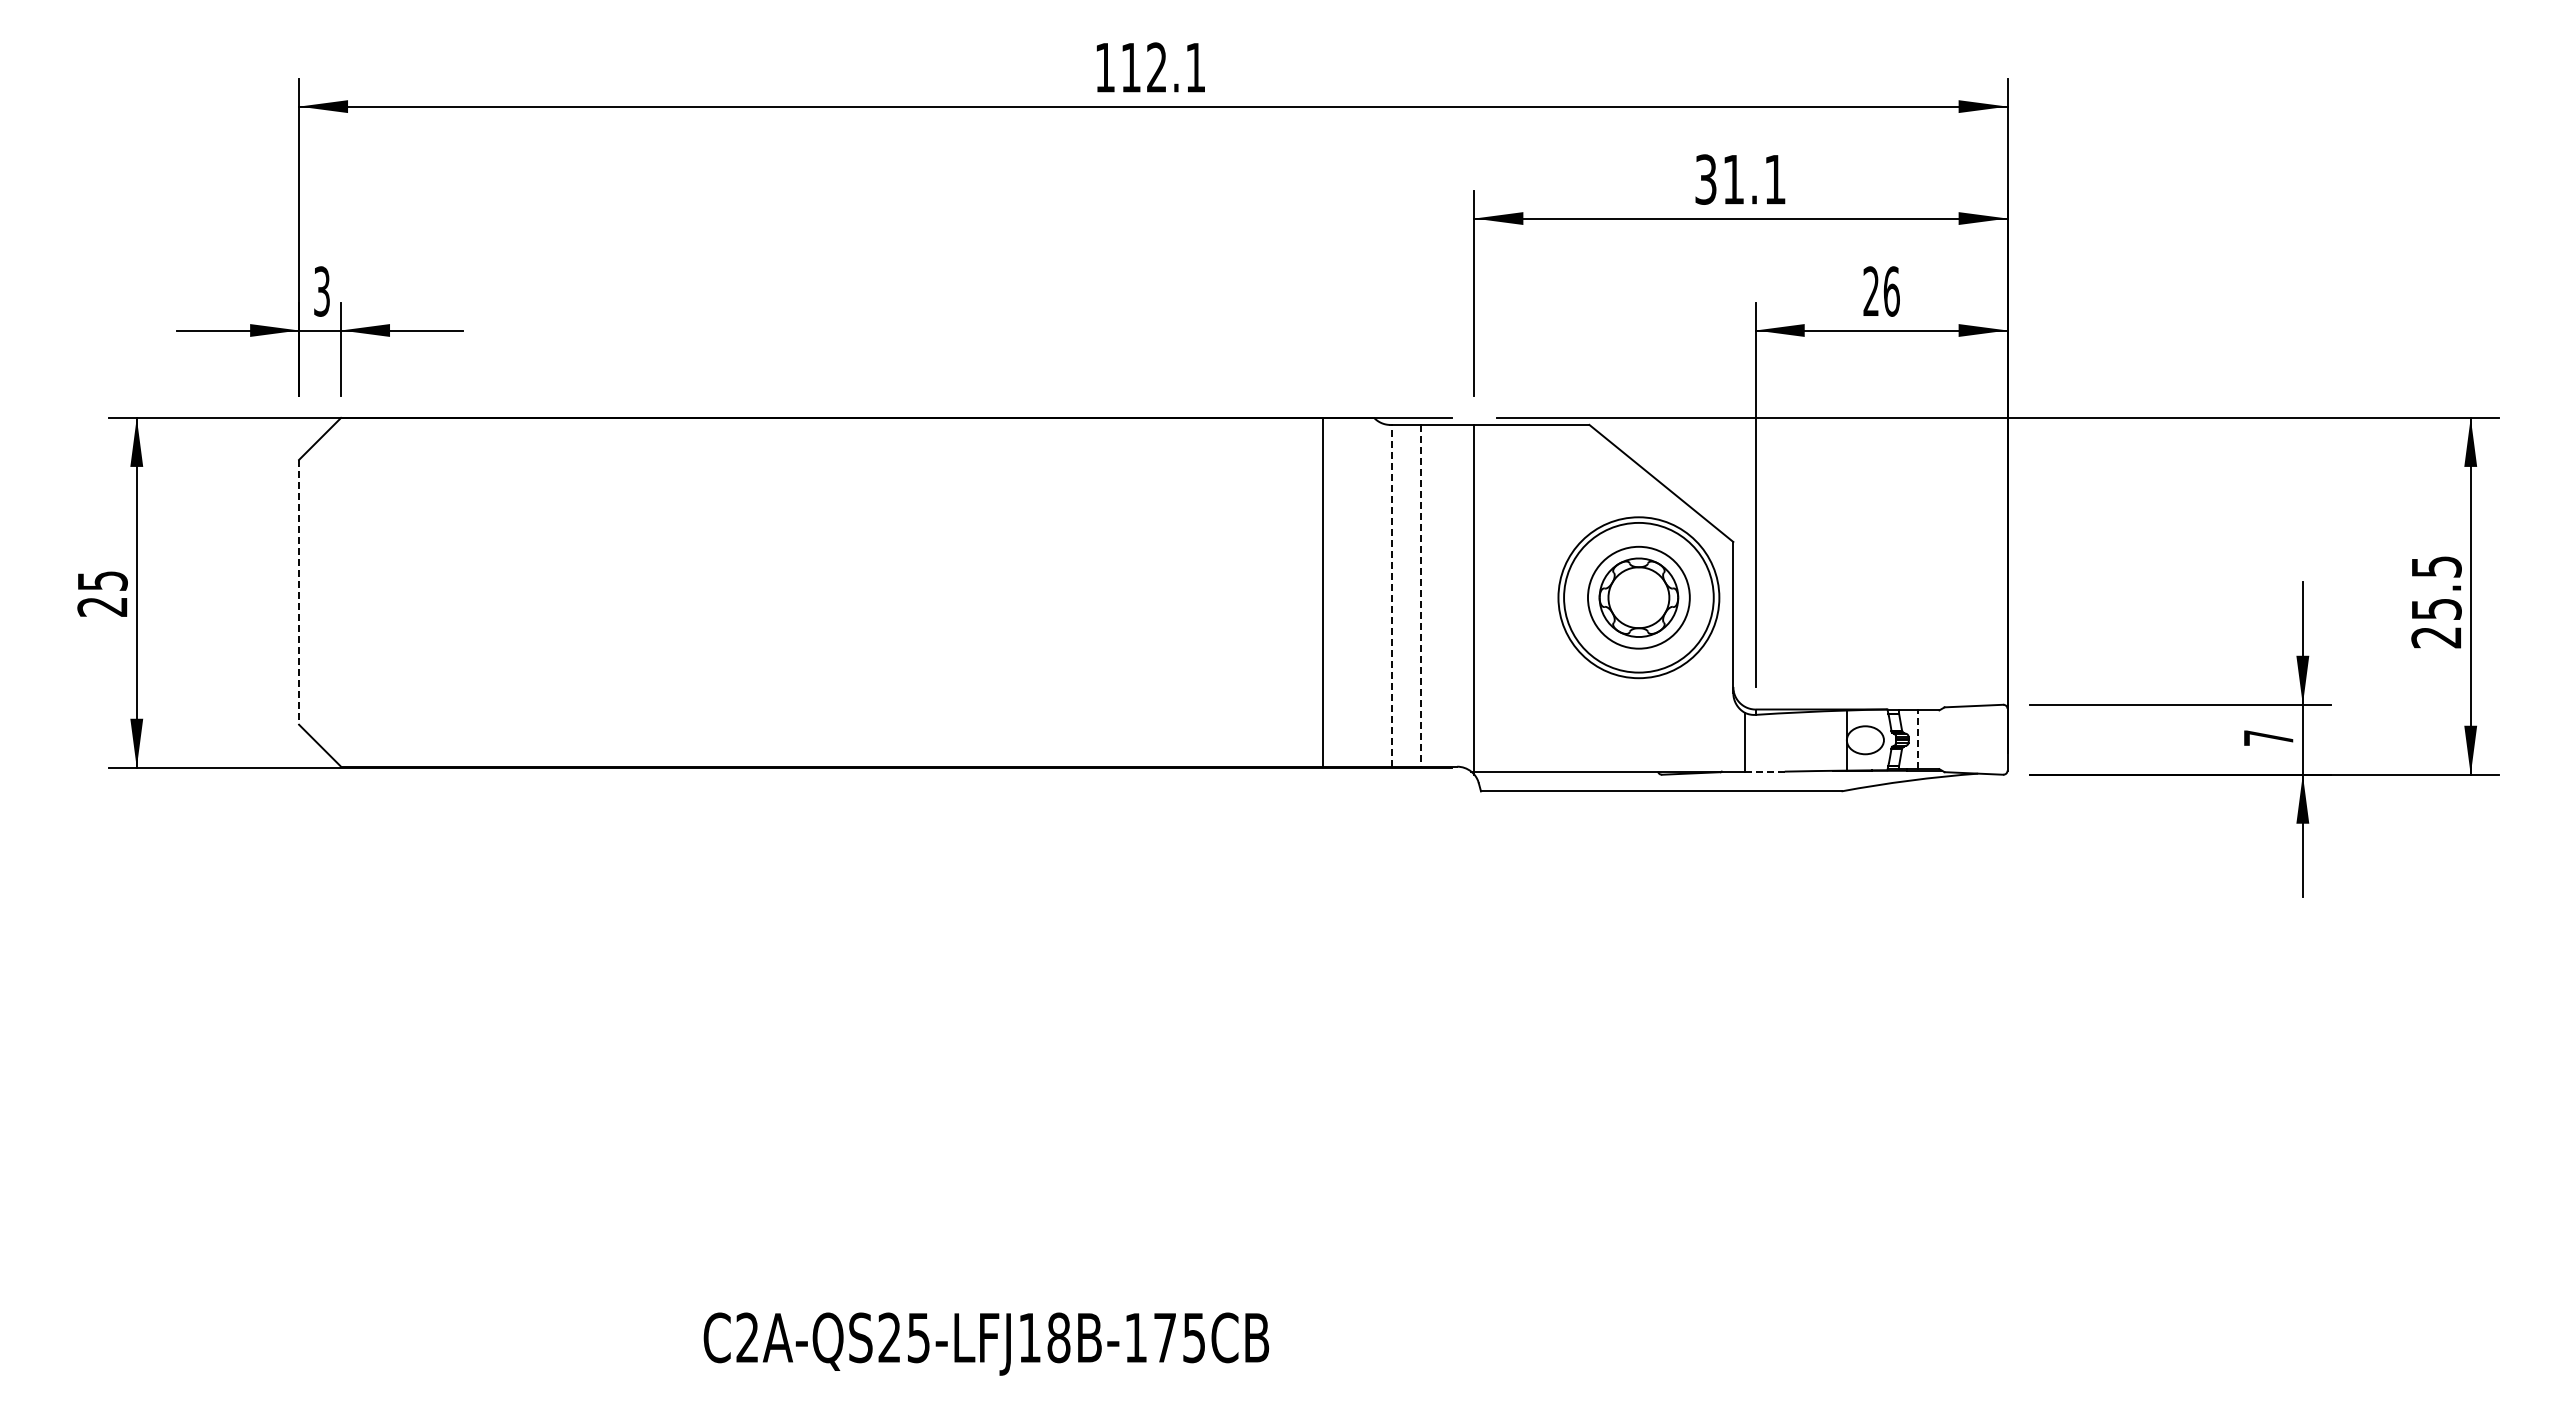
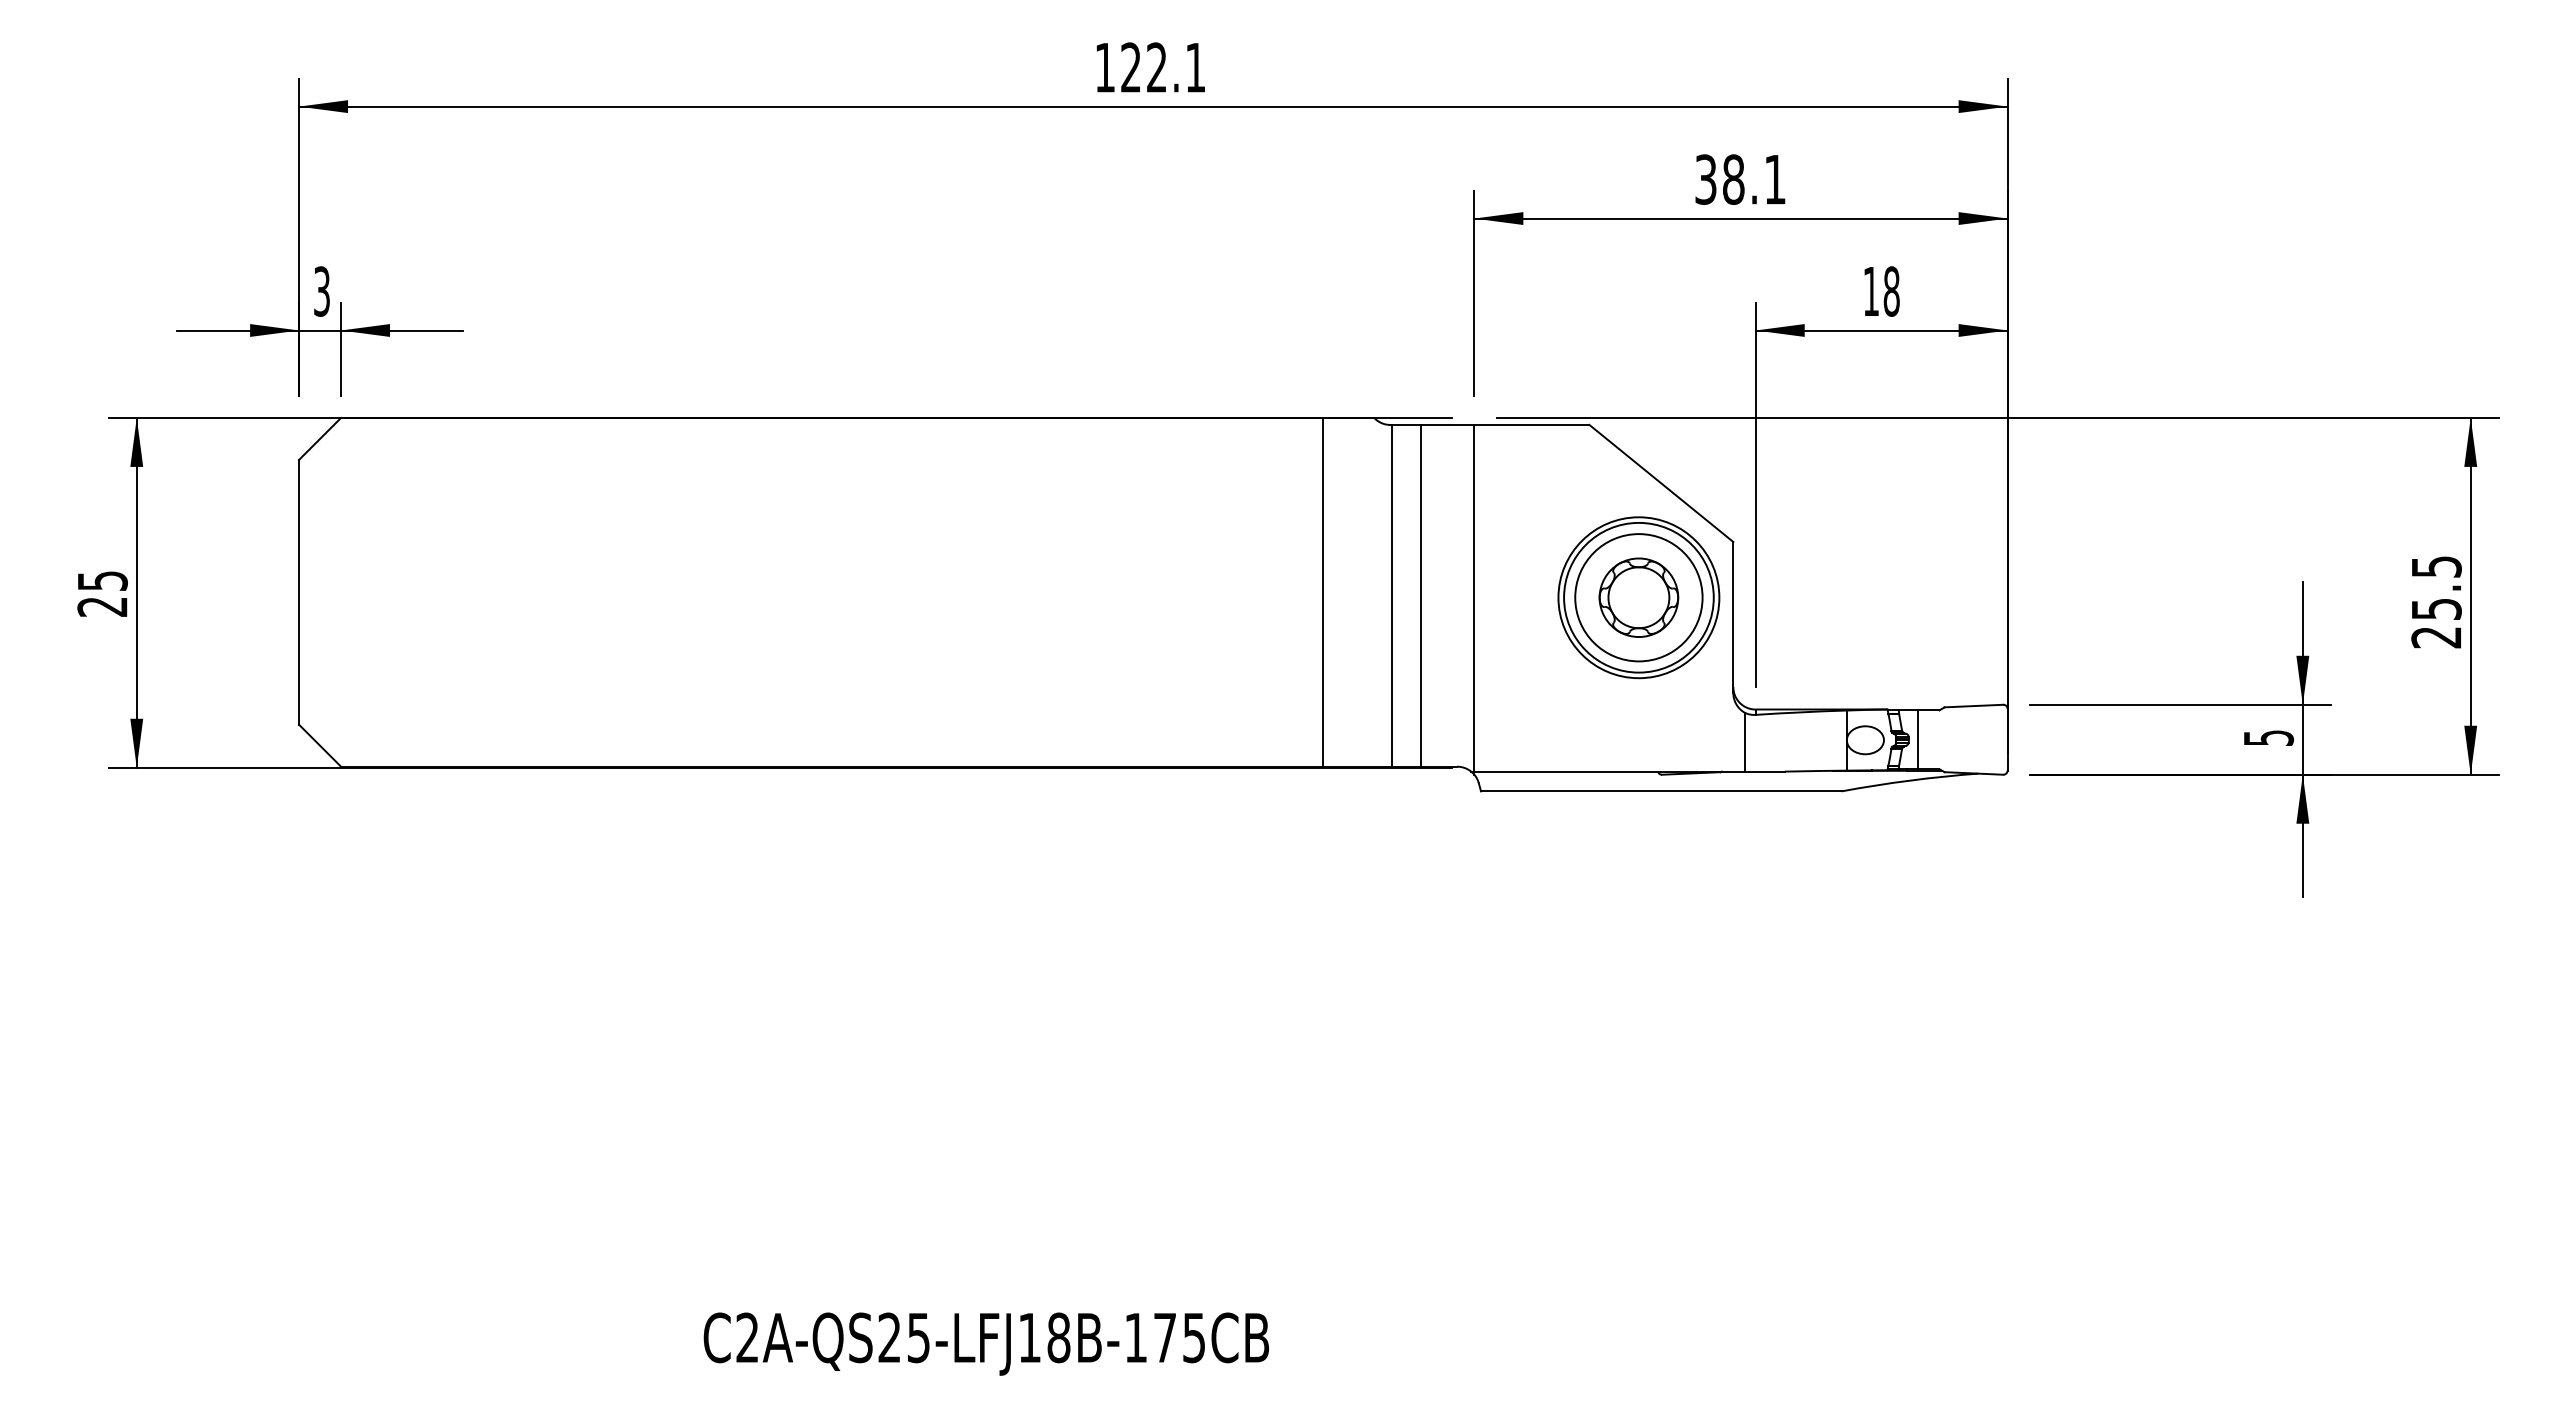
text at (1130, 67): 112.1 -> 122.1
text at (1733, 179): 31.1 -> 38.1
text at (1881, 291): 26 -> 18
line at (299, 592): dashed -> solid
line at (1391, 595): dashed -> solid
line at (1420, 595): dashed -> solid
circle at (1638, 597) diameter: 102 px -> 127 px
text at (2269, 737): 7 -> 5
line at (1918, 739): dashed -> solid
line at (1764, 771): dashed -> solid
